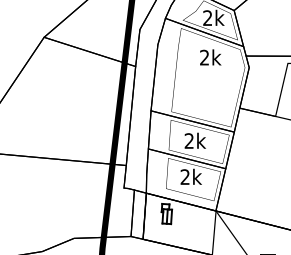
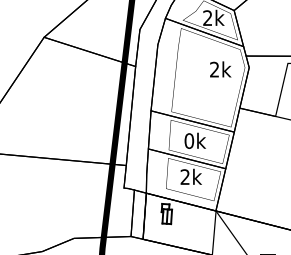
text at (210, 57) position: (210, 57) -> (220, 69)
text at (189, 140): 2k -> 0k
